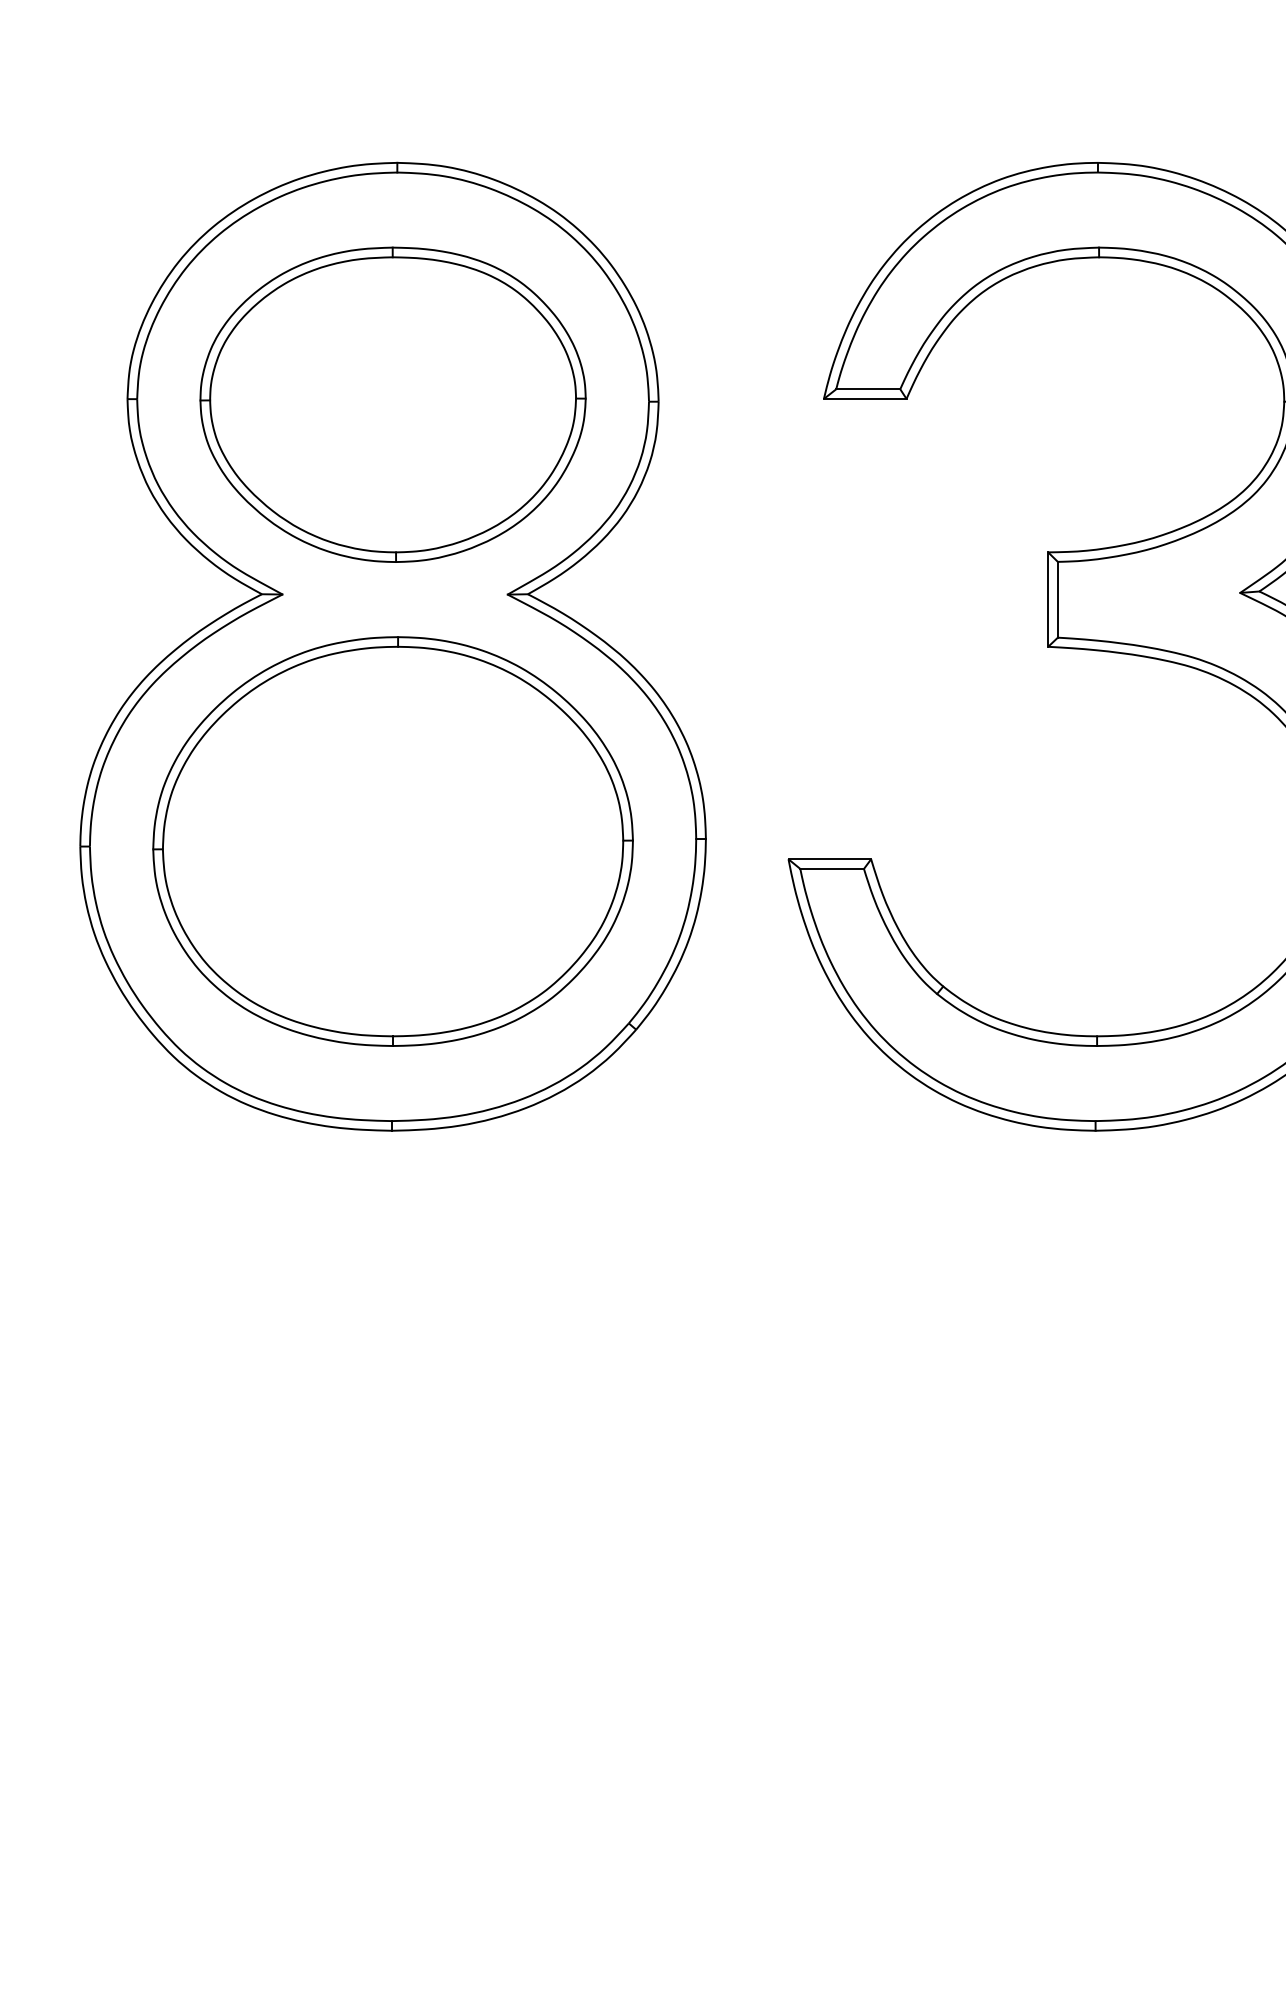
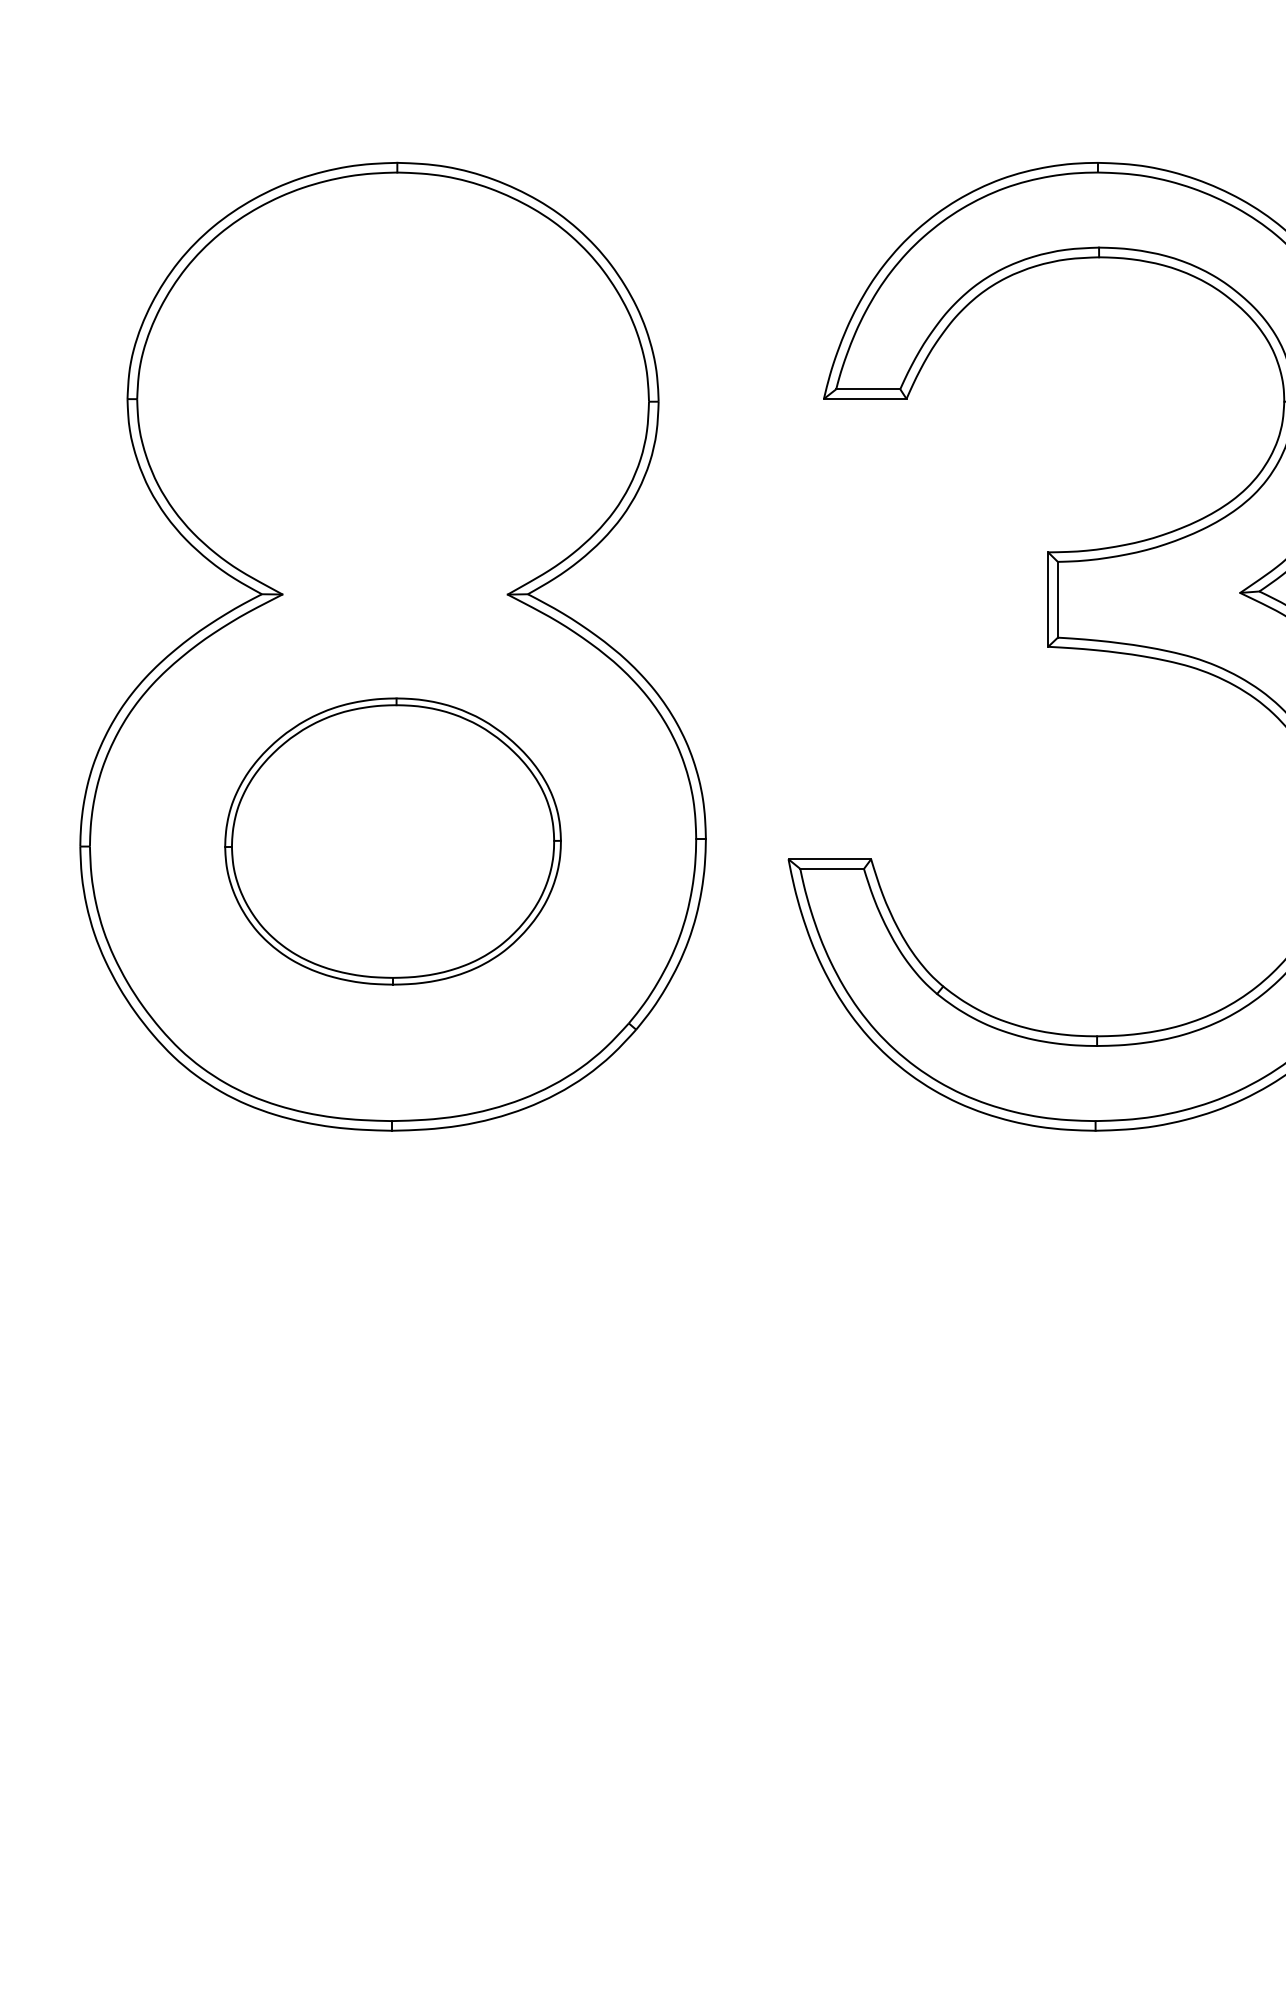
part at (392, 404): present -> none
part at (392, 841) size: 482x411 px -> 338x289 px
